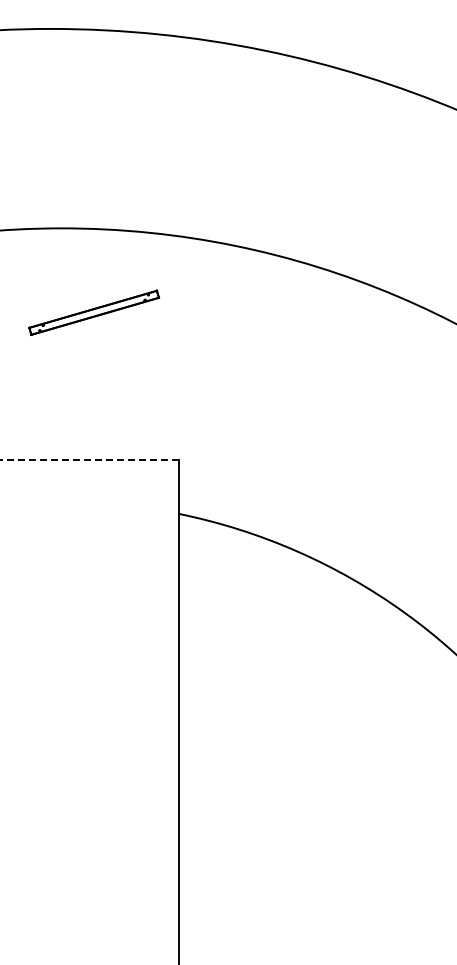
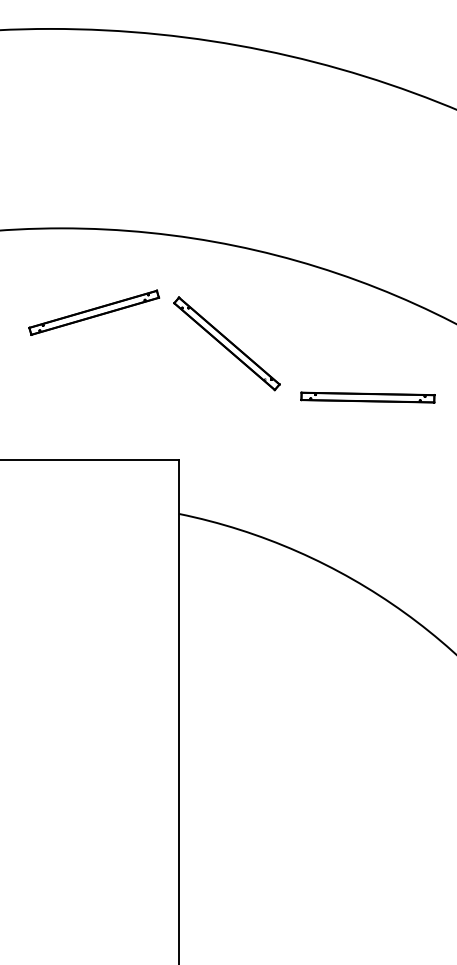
part at (226, 343): none -> present
part at (367, 397): none -> present
line at (89, 459): dashed -> solid
